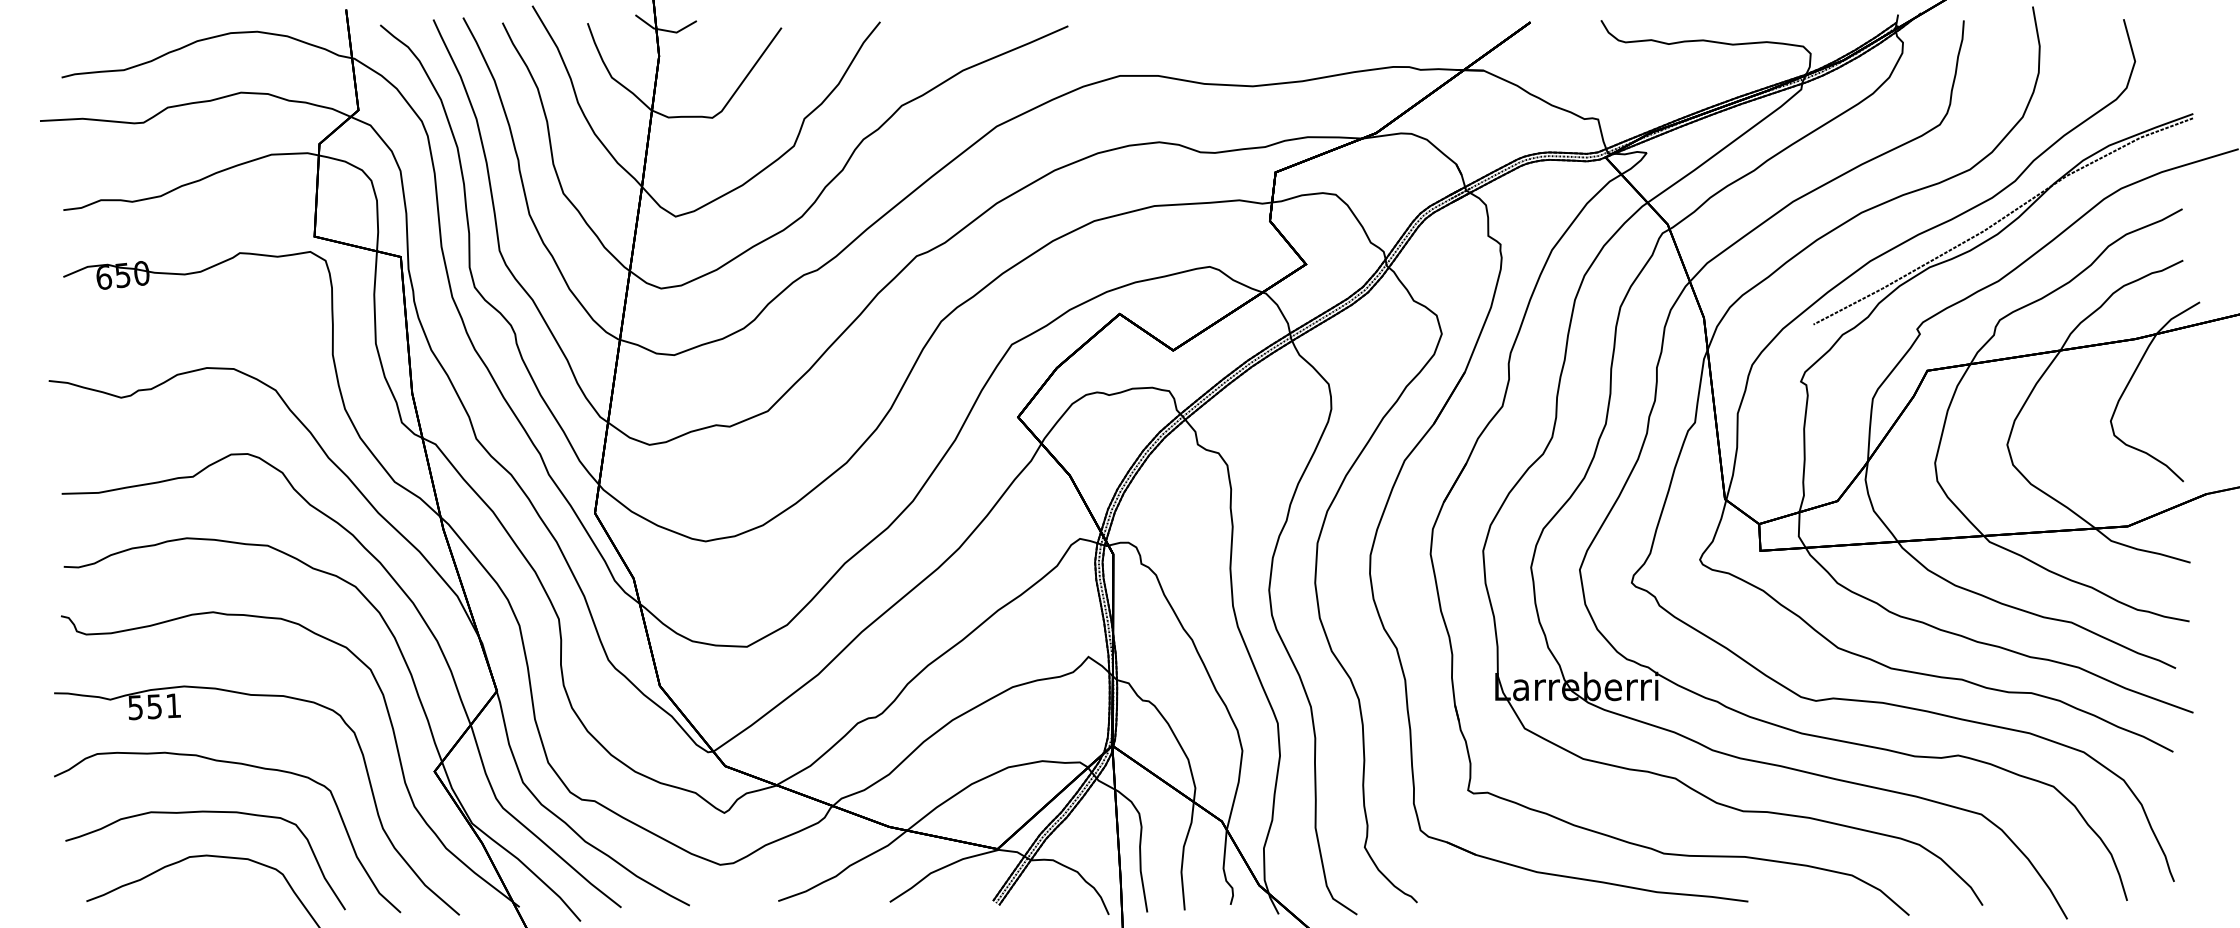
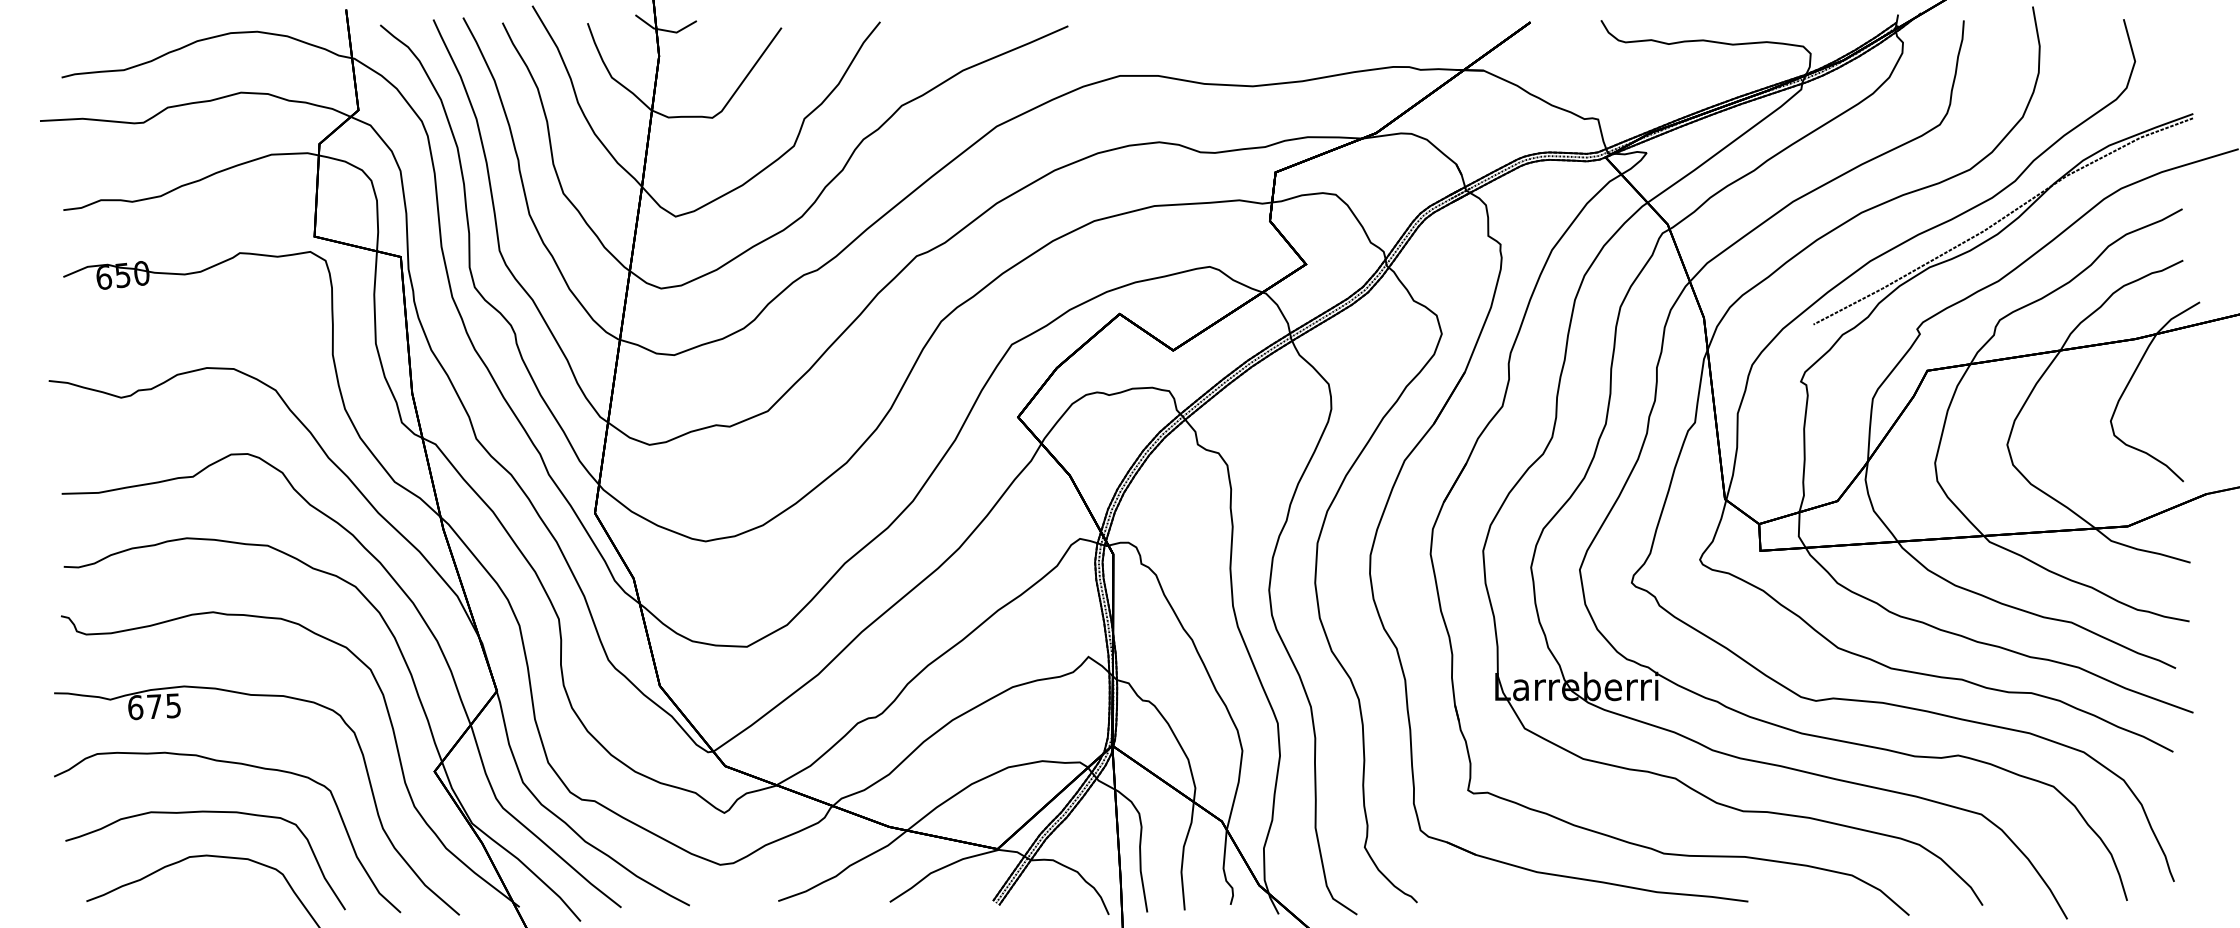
text at (154, 706): 551 -> 675
